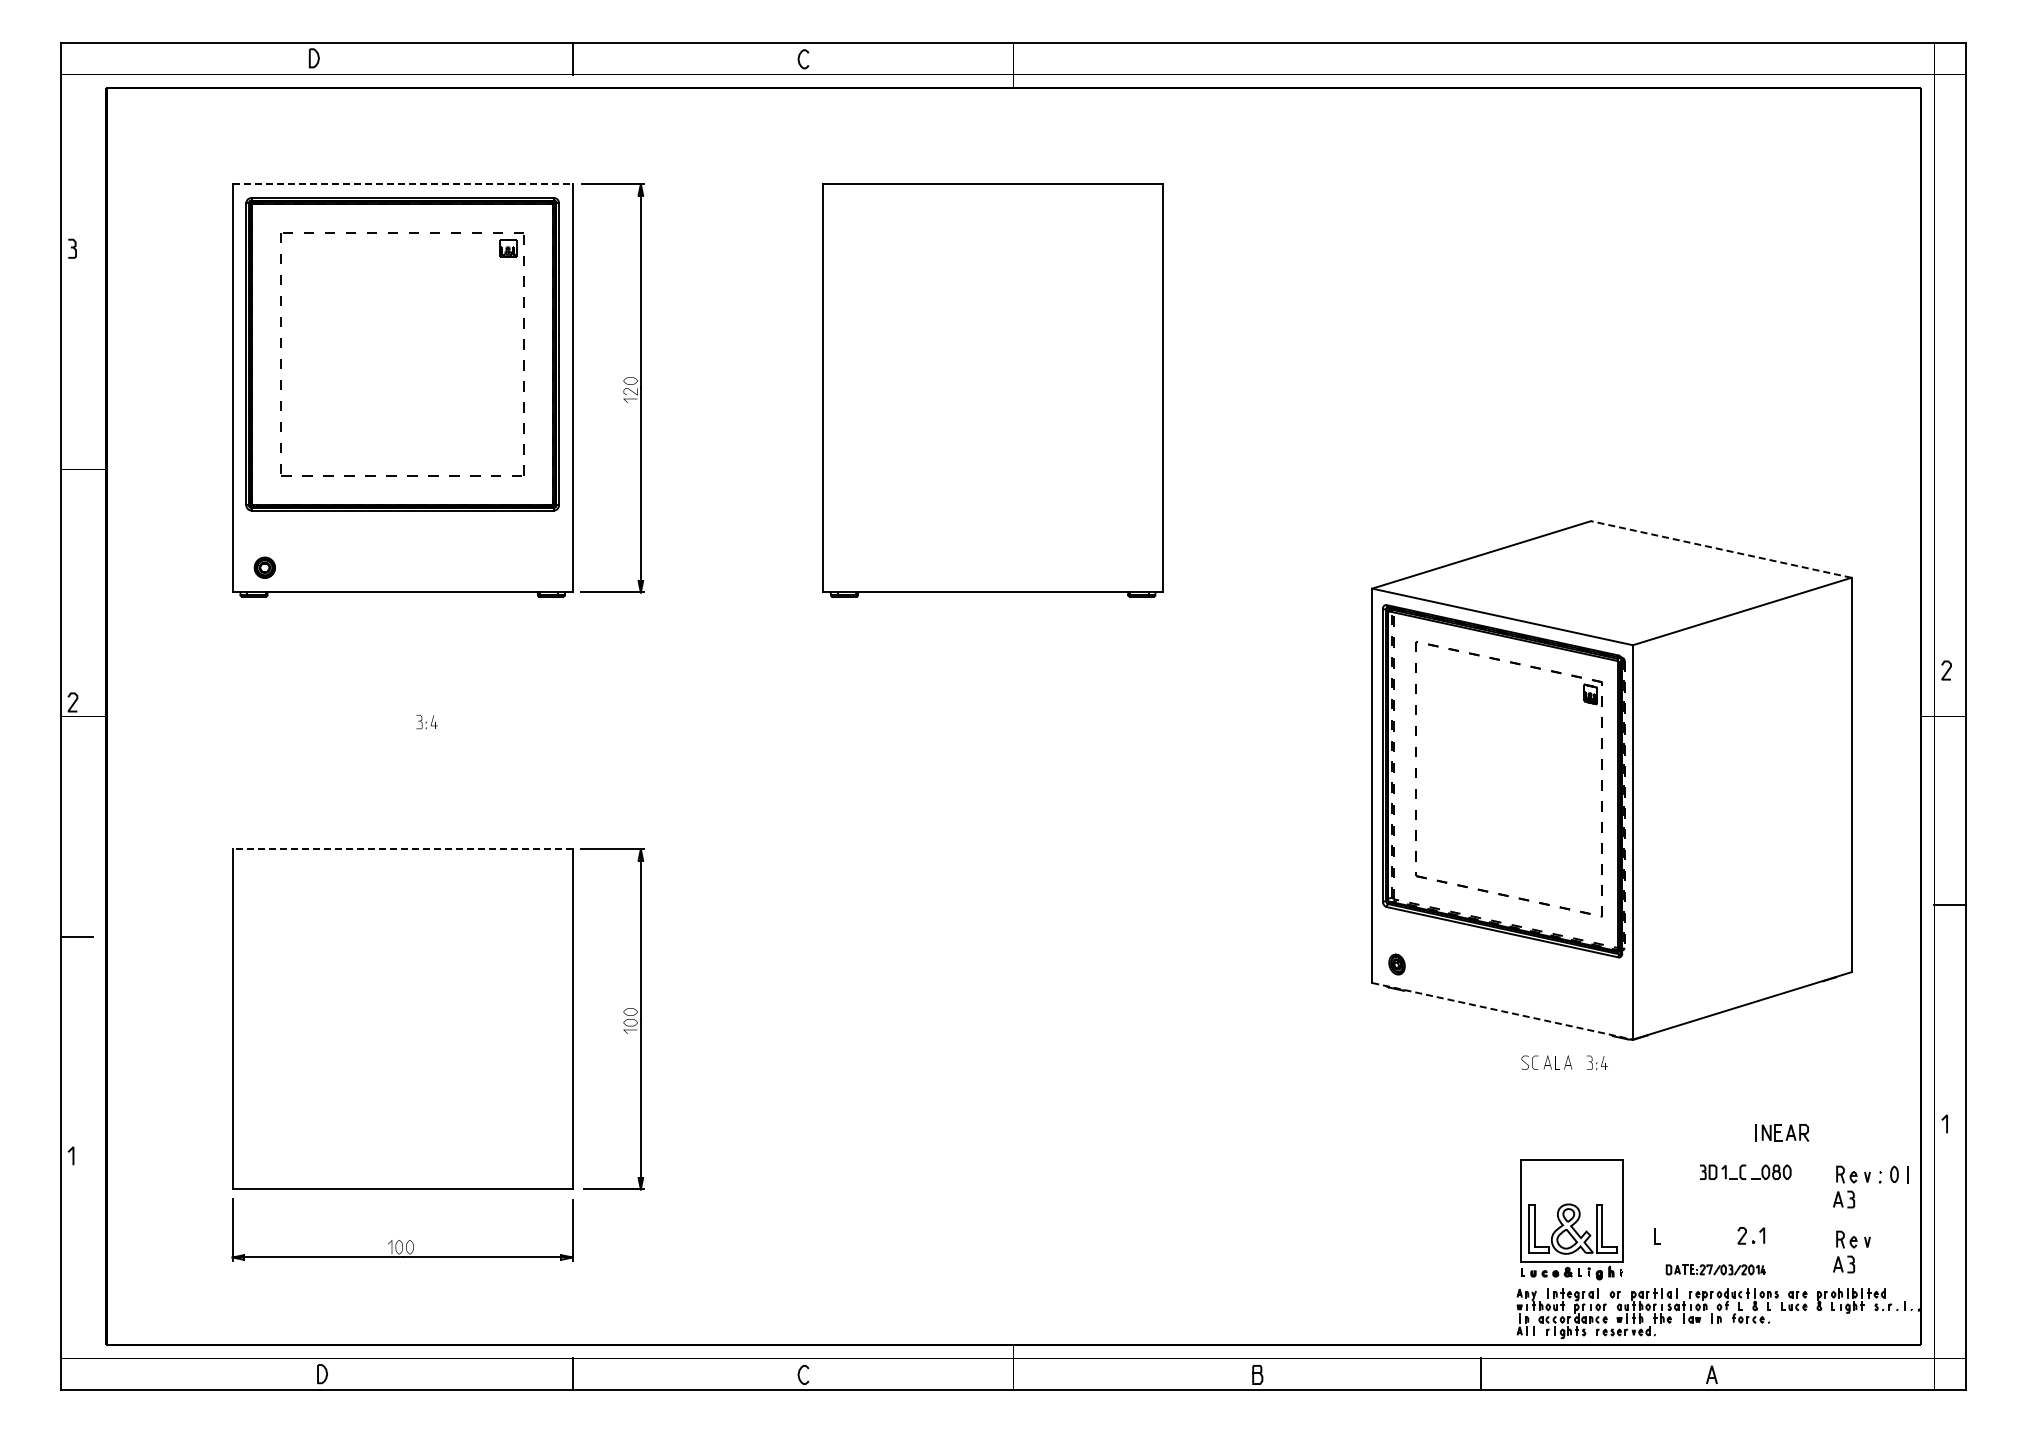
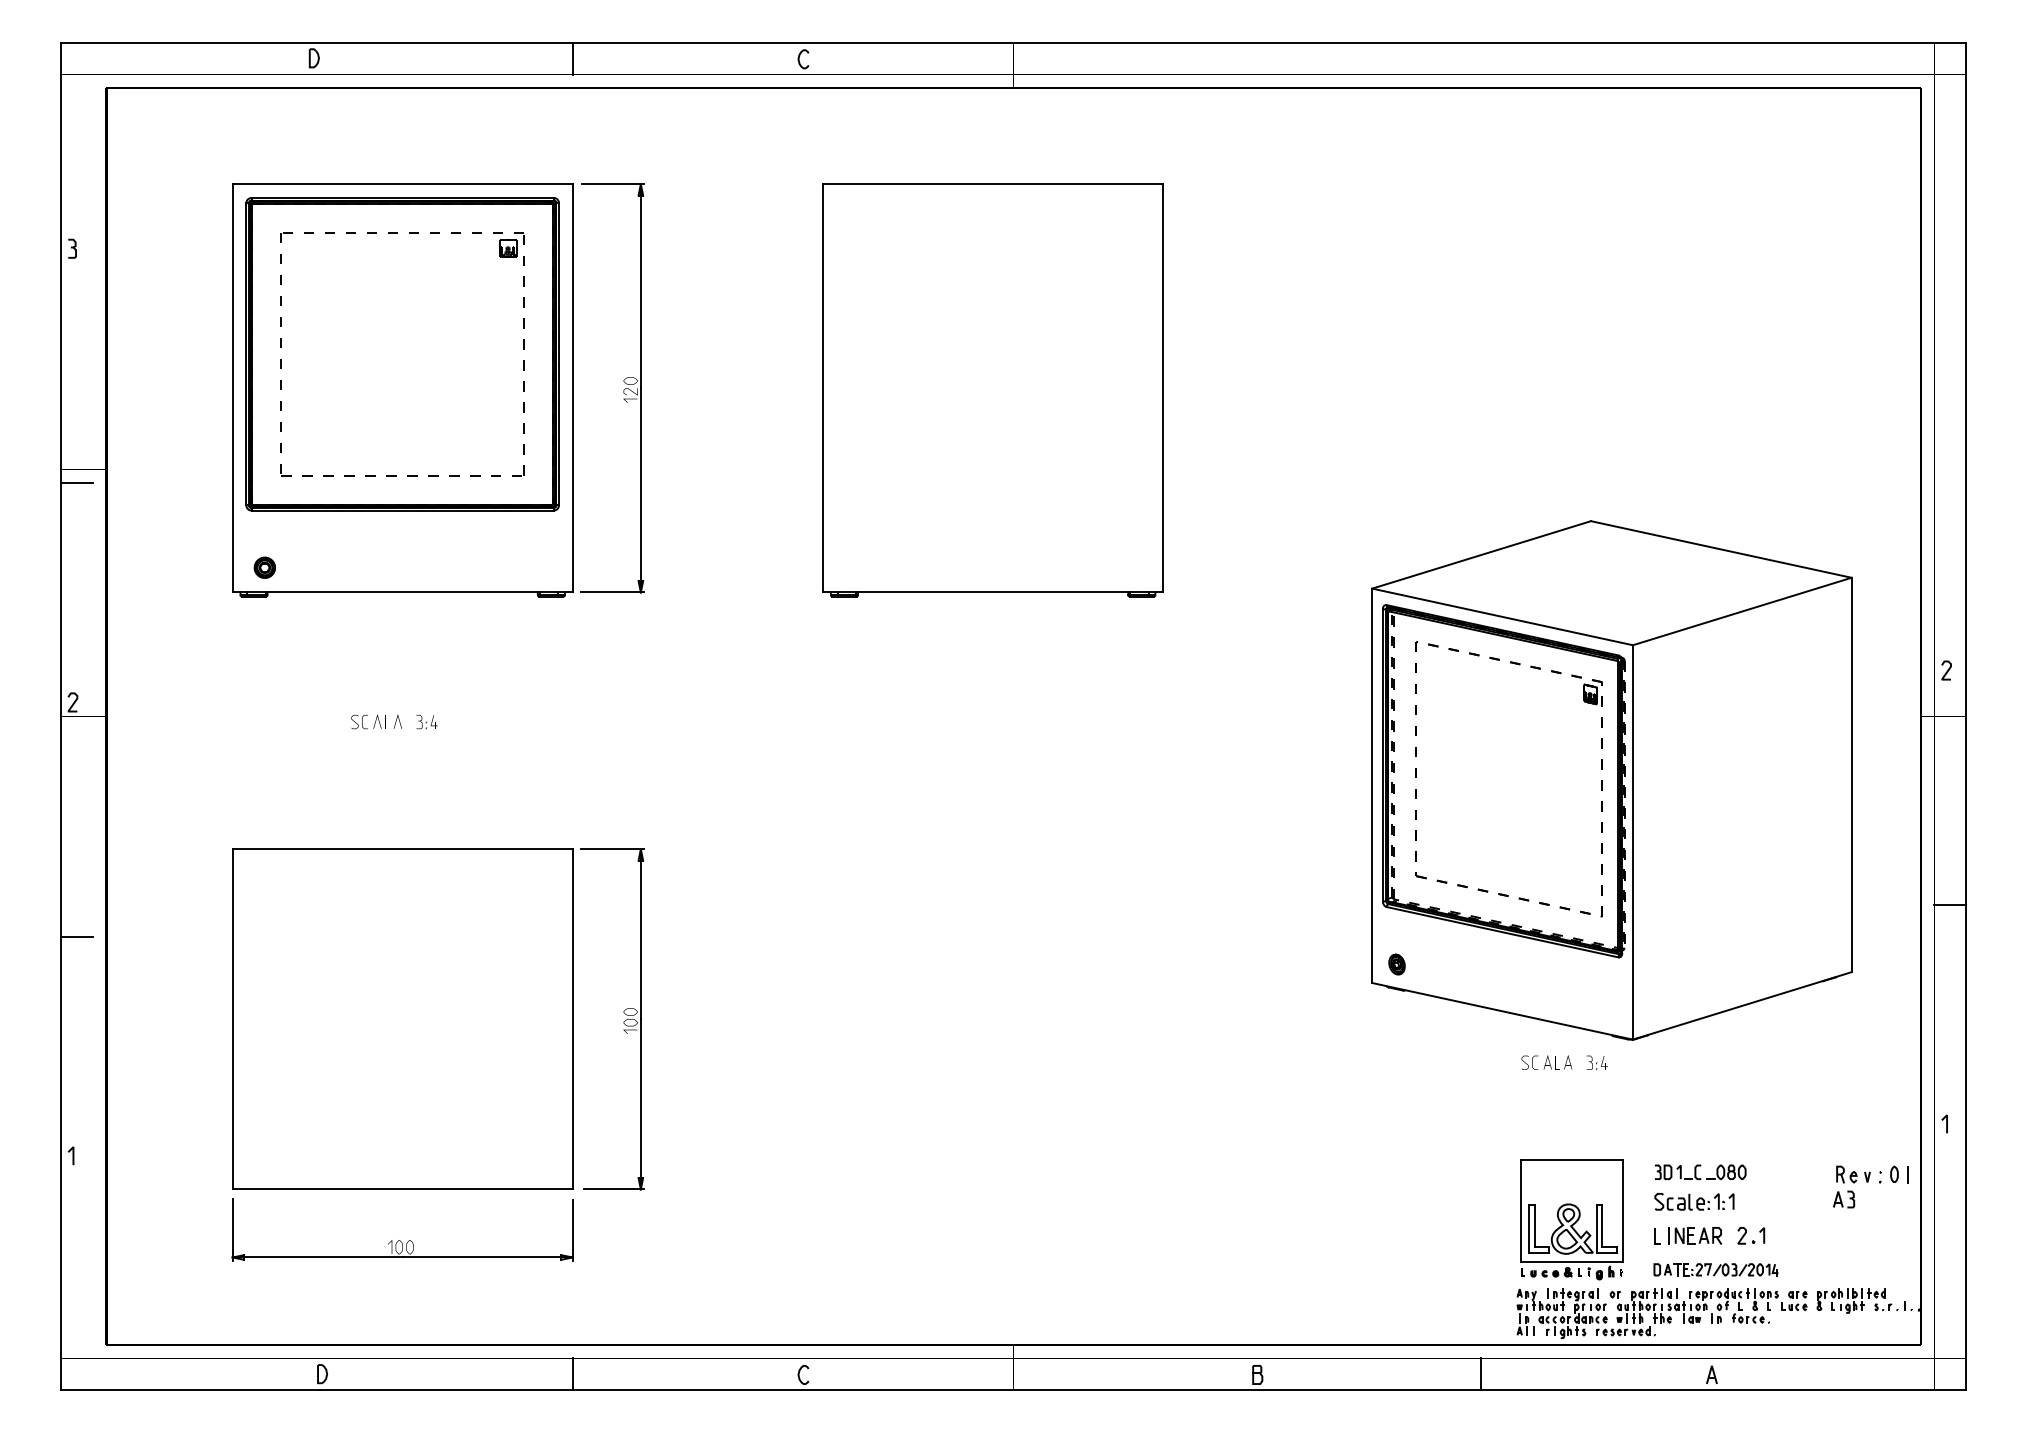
line at (403, 184): dashed -> solid
line at (76, 483): none -> present
line at (1720, 549): dashed -> solid
part at (376, 721): none -> present
line at (402, 849): dashed -> solid
line at (1503, 1011): dashed -> solid
part at (1782, 1132) position: (1782, 1132) -> (1695, 1235)
part at (1745, 1171) position: (1745, 1171) -> (1700, 1171)
part at (1694, 1201): none -> present
part at (1851, 1251): present -> none
part at (1715, 1269) size: 101x12 px -> 126x14 px
